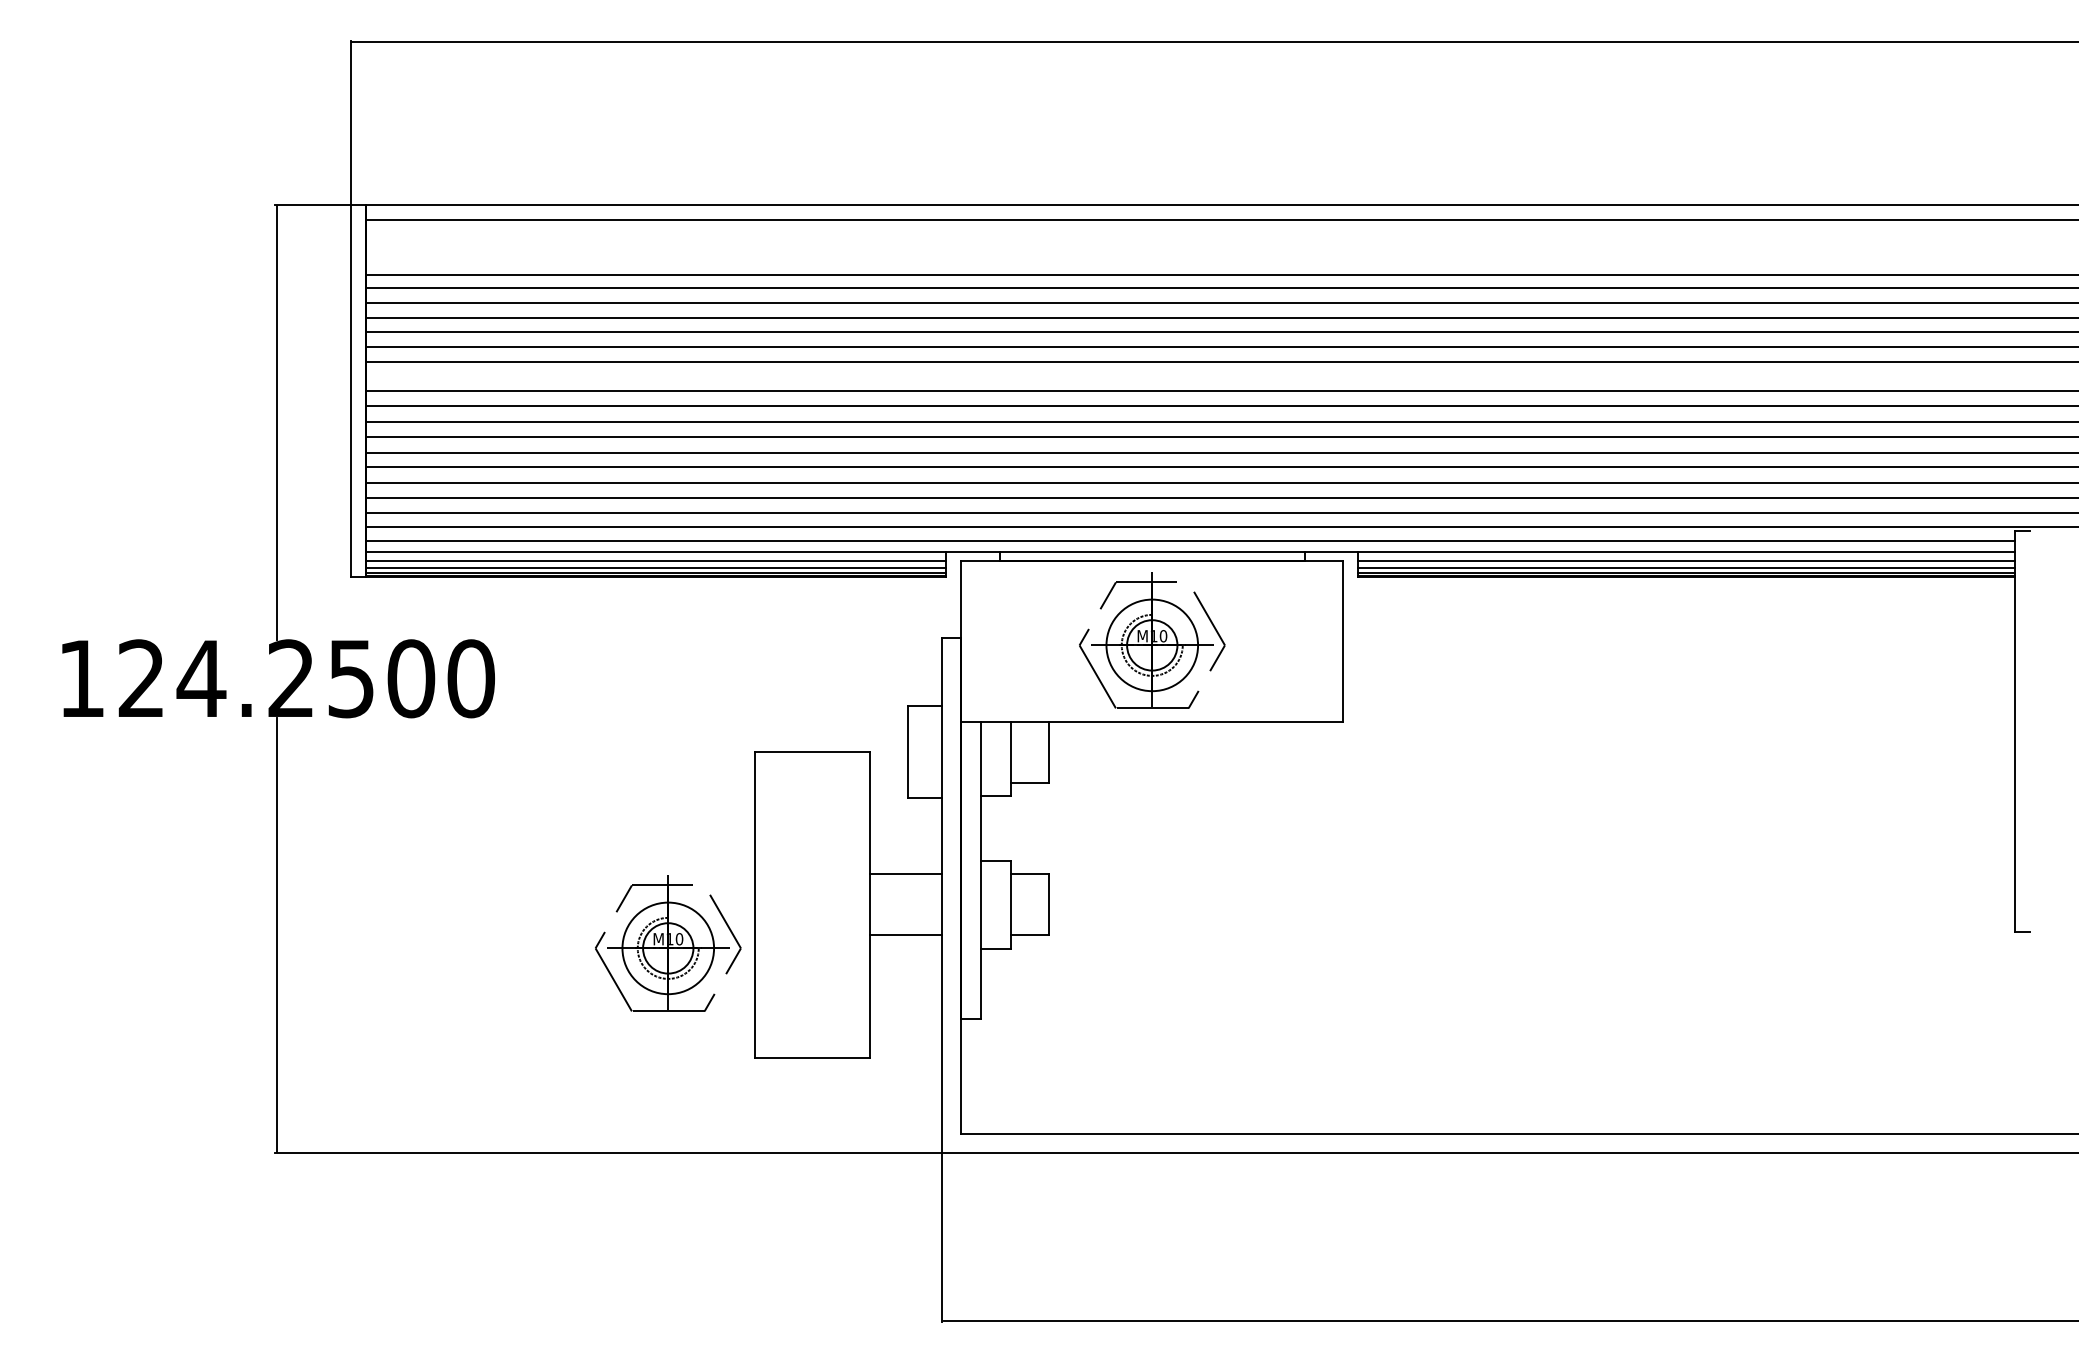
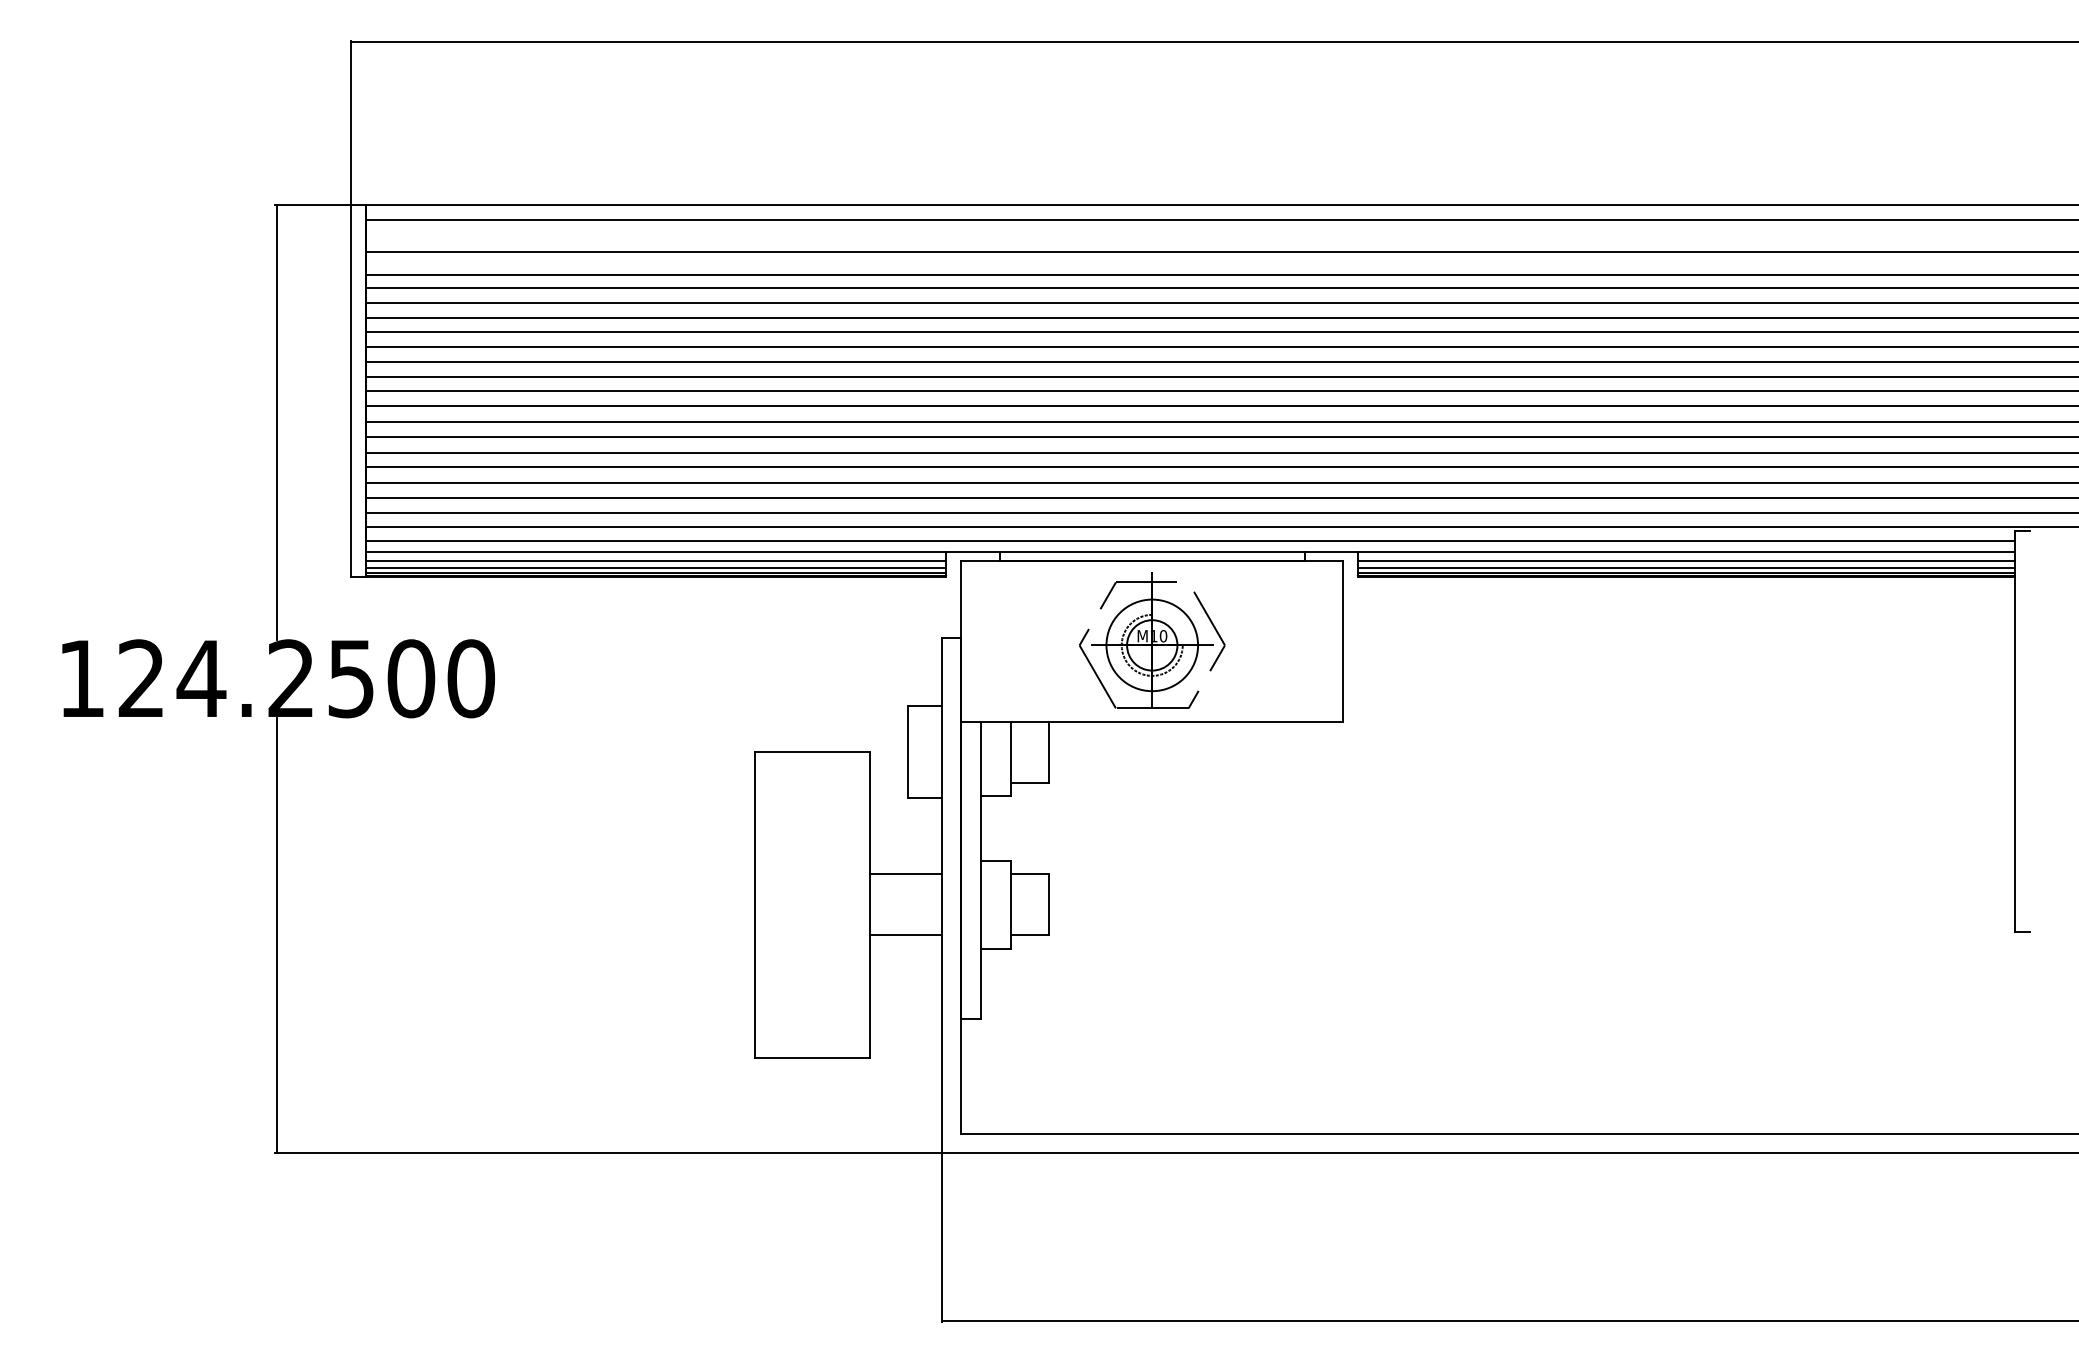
line at (1220, 252): none -> present
line at (1220, 377): none -> present
part at (668, 943): present -> none
